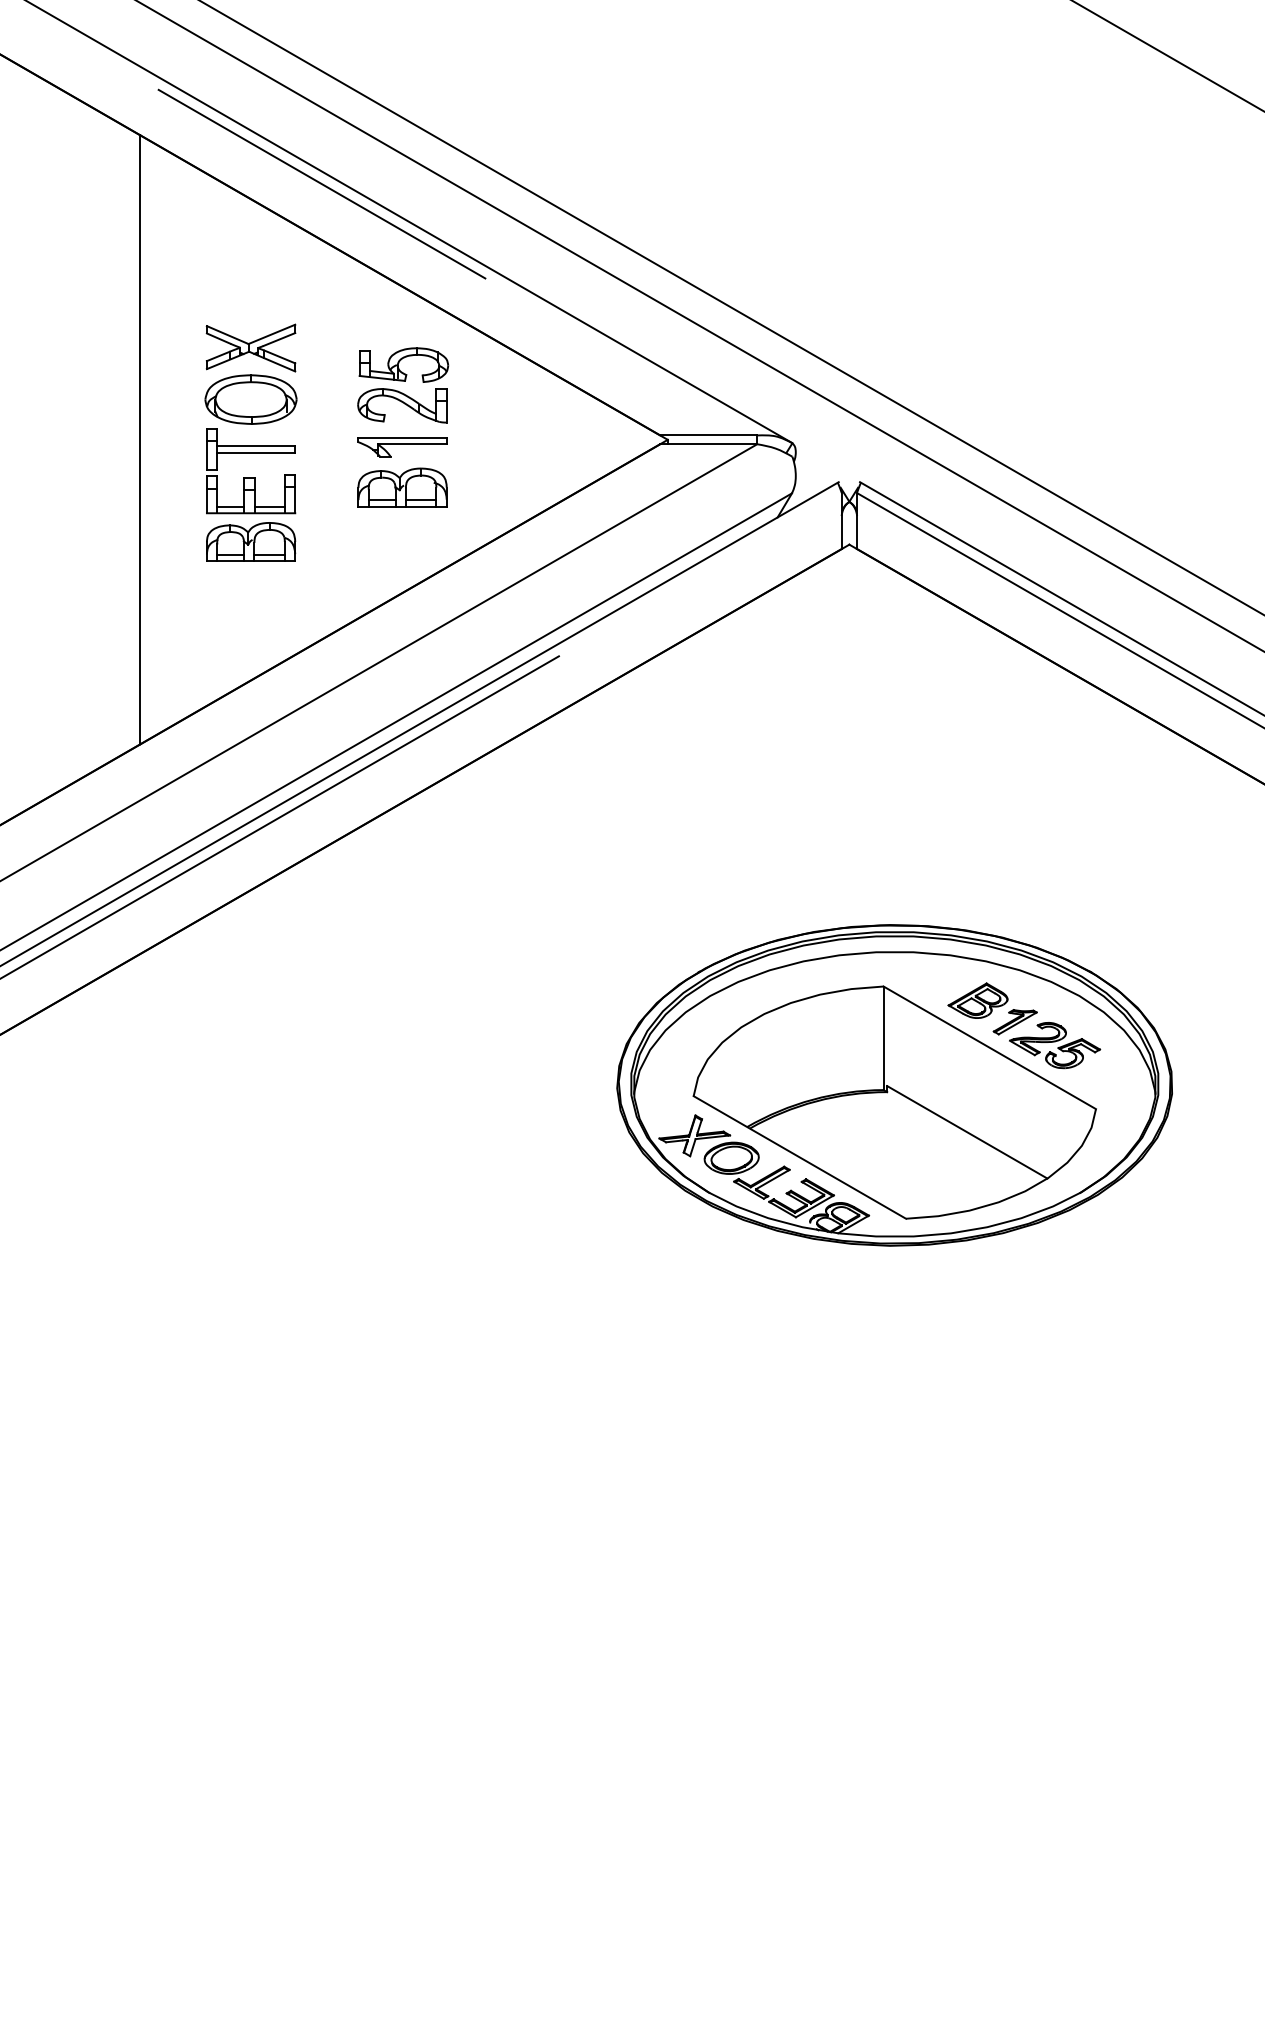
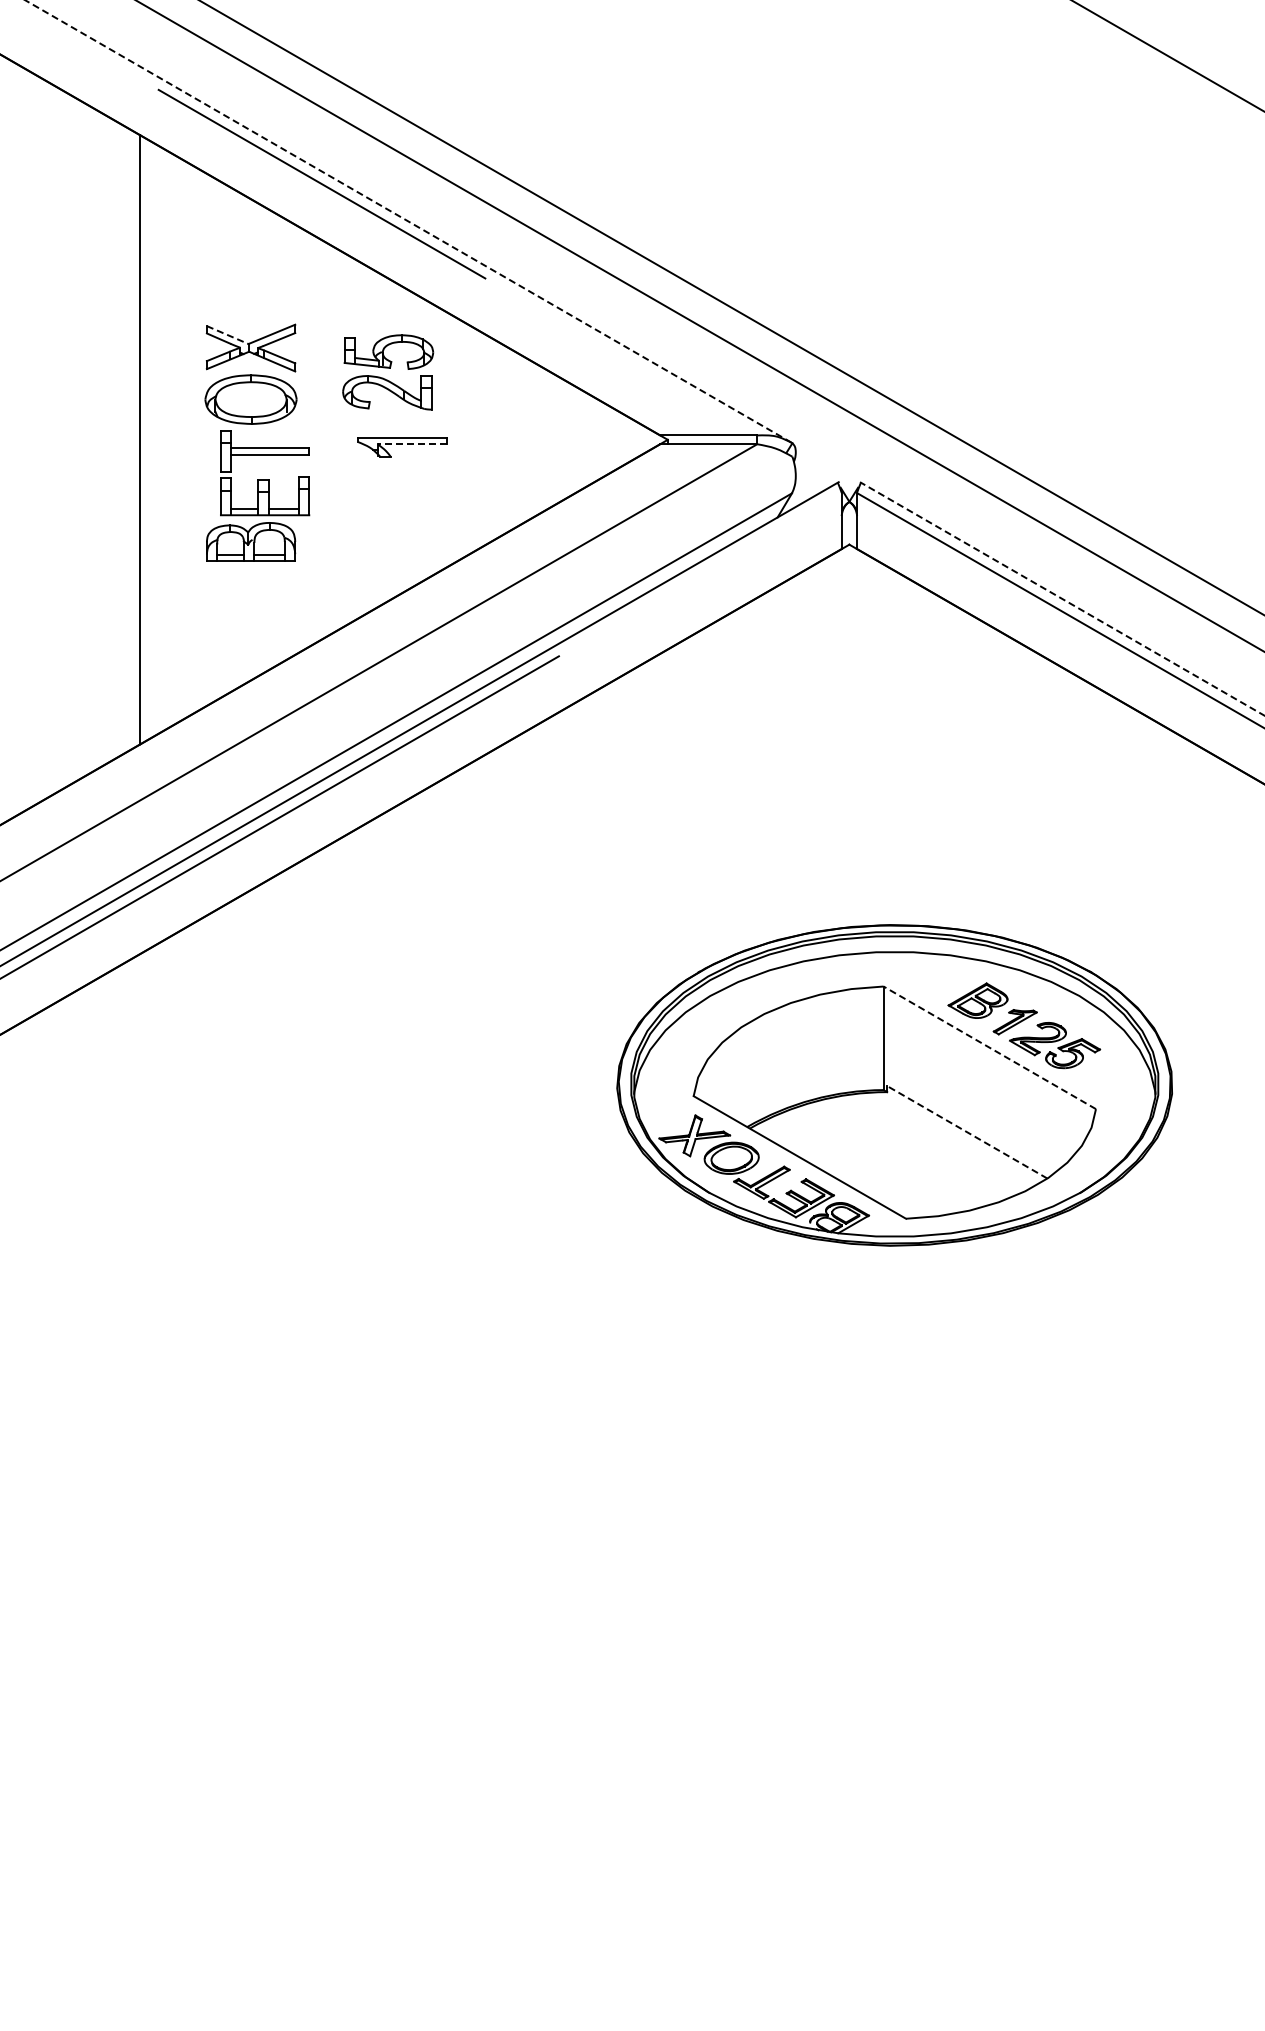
line at (408, 221): solid -> dashed
line at (227, 335): solid -> dashed
part at (403, 385) position: (403, 385) -> (388, 372)
line at (412, 444): solid -> dashed
part at (251, 471) position: (251, 471) -> (265, 473)
part at (402, 487): present -> none
line at (1062, 598): solid -> dashed
line at (989, 1047): solid -> dashed
line at (967, 1132): solid -> dashed
